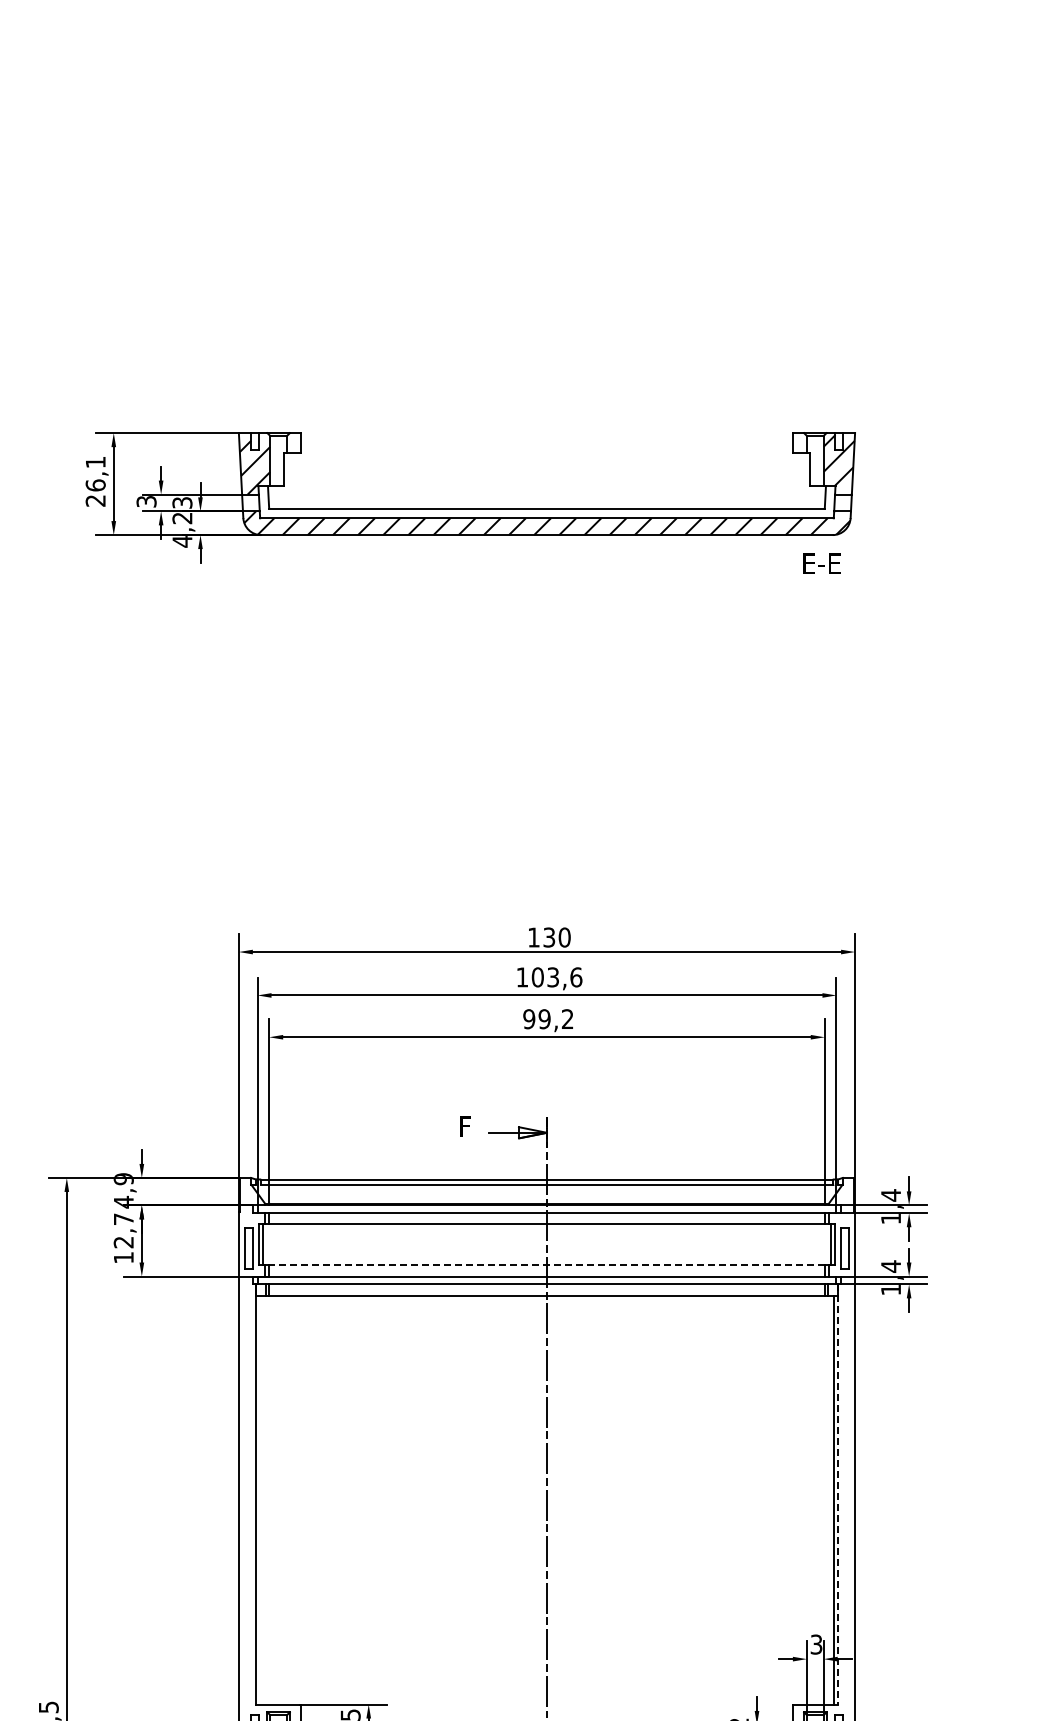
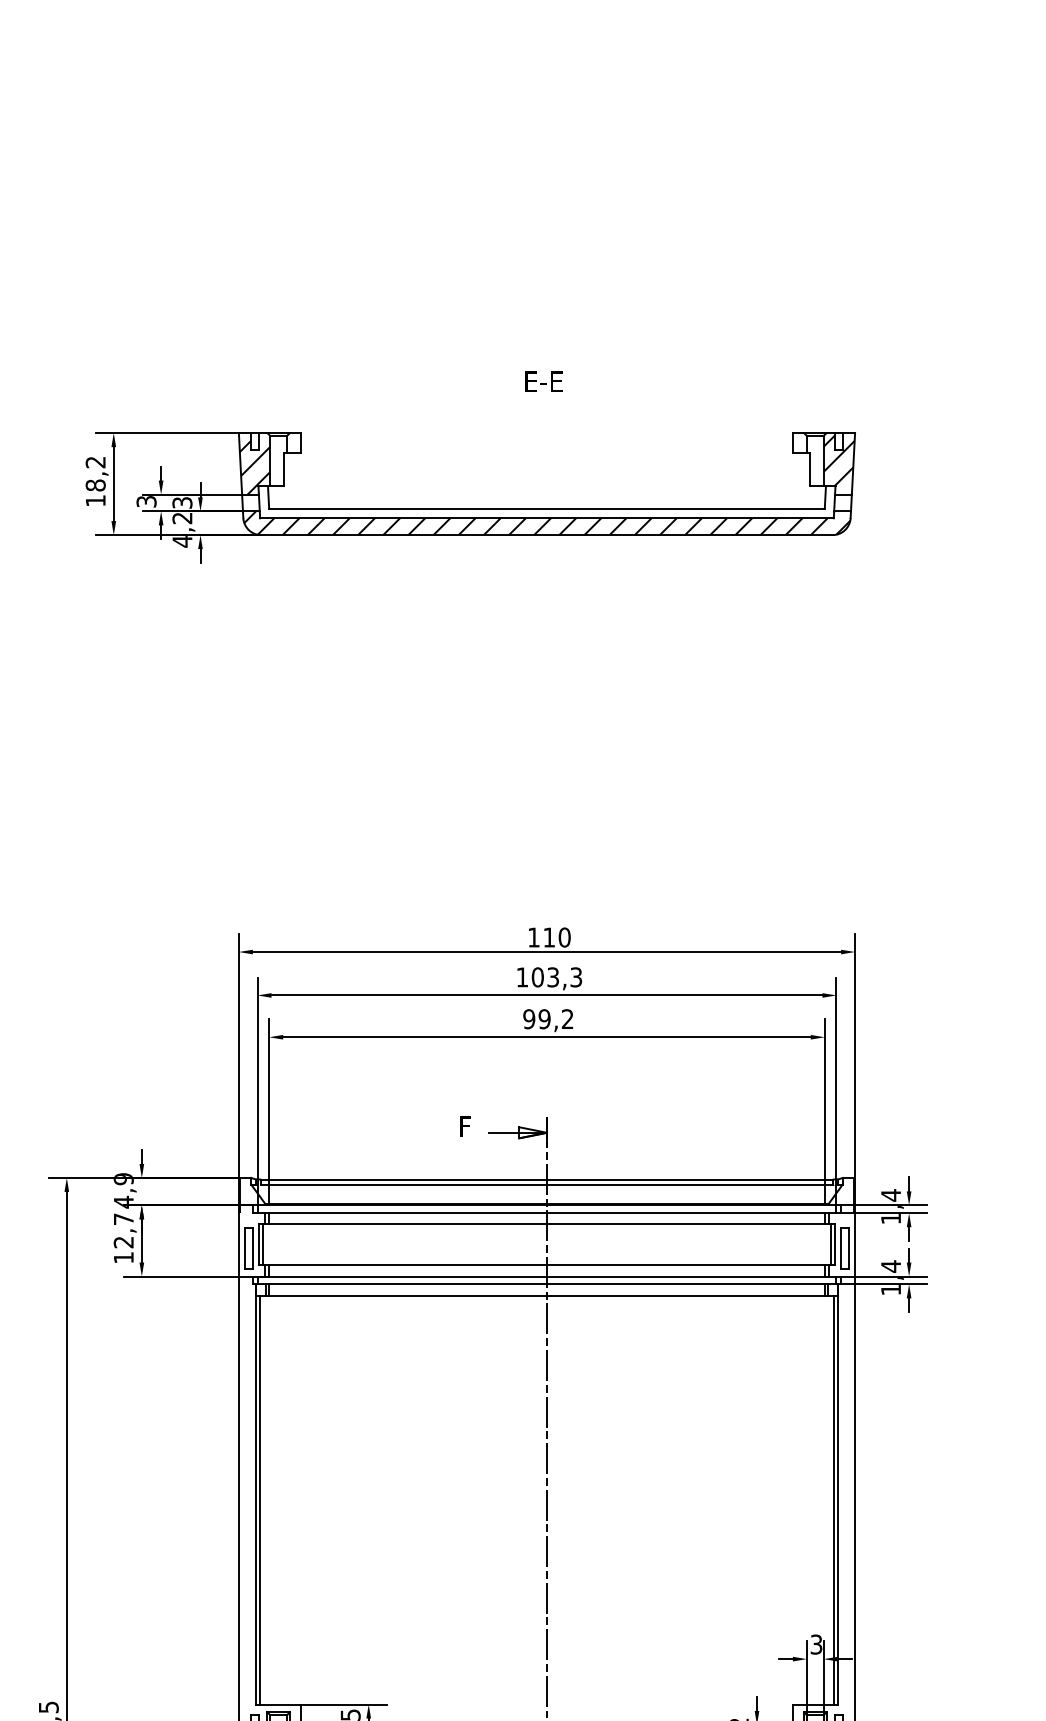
text at (95, 481): 26,1 -> 18,2
text at (821, 563) position: (821, 563) -> (543, 381)
text at (549, 937): 130 -> 110
text at (576, 977): 103,6 -> 103,3
line at (546, 1265): dashed -> solid
line at (838, 1494): dashed -> solid
line at (260, 1499): none -> present
